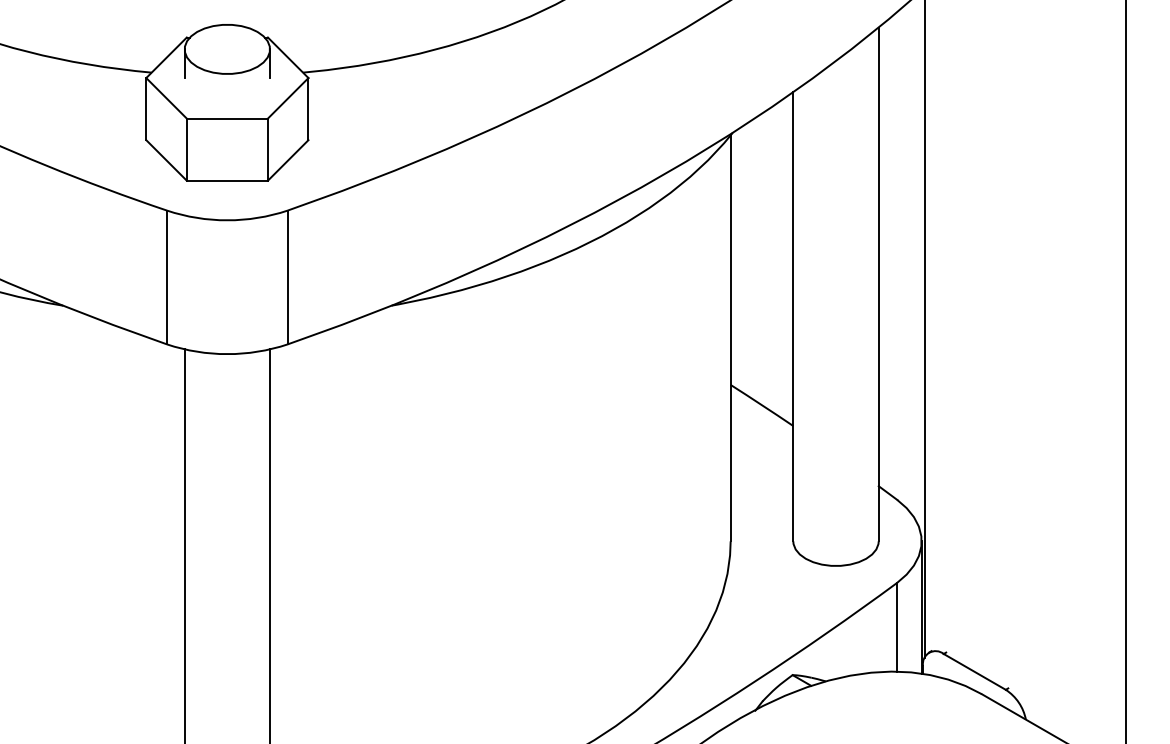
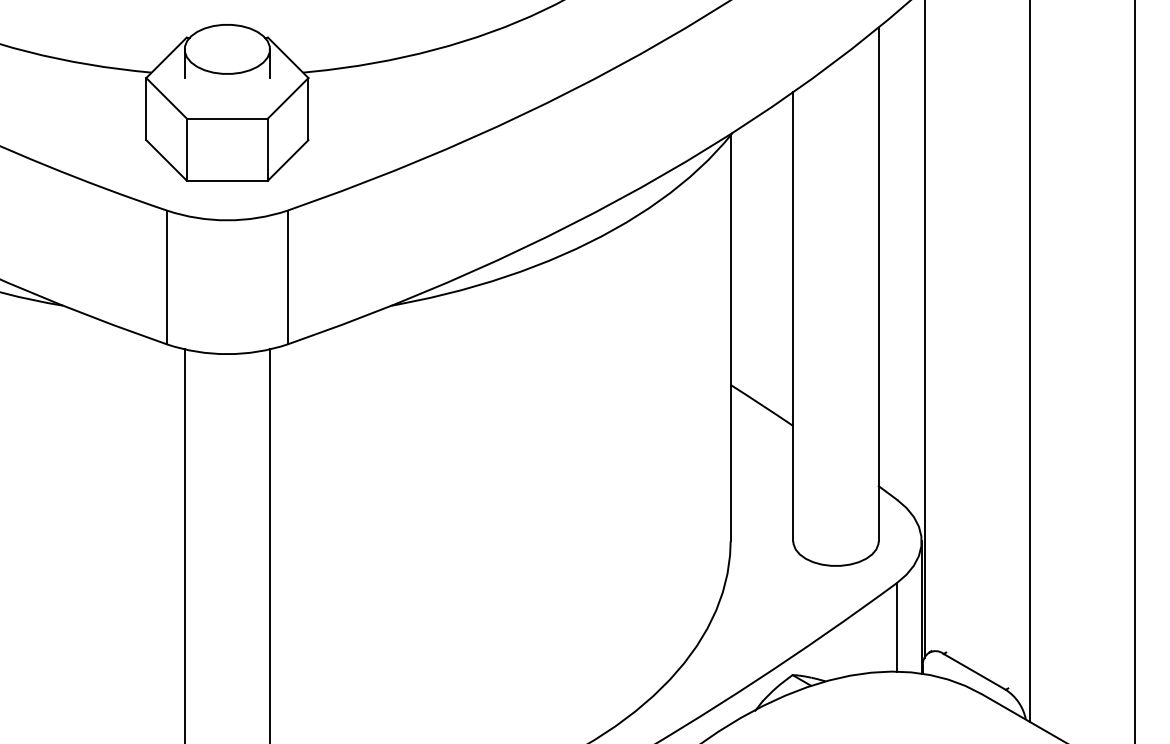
line at (1029, 361): none -> present
line at (1125, 371) position: (1125, 371) -> (1134, 371)
